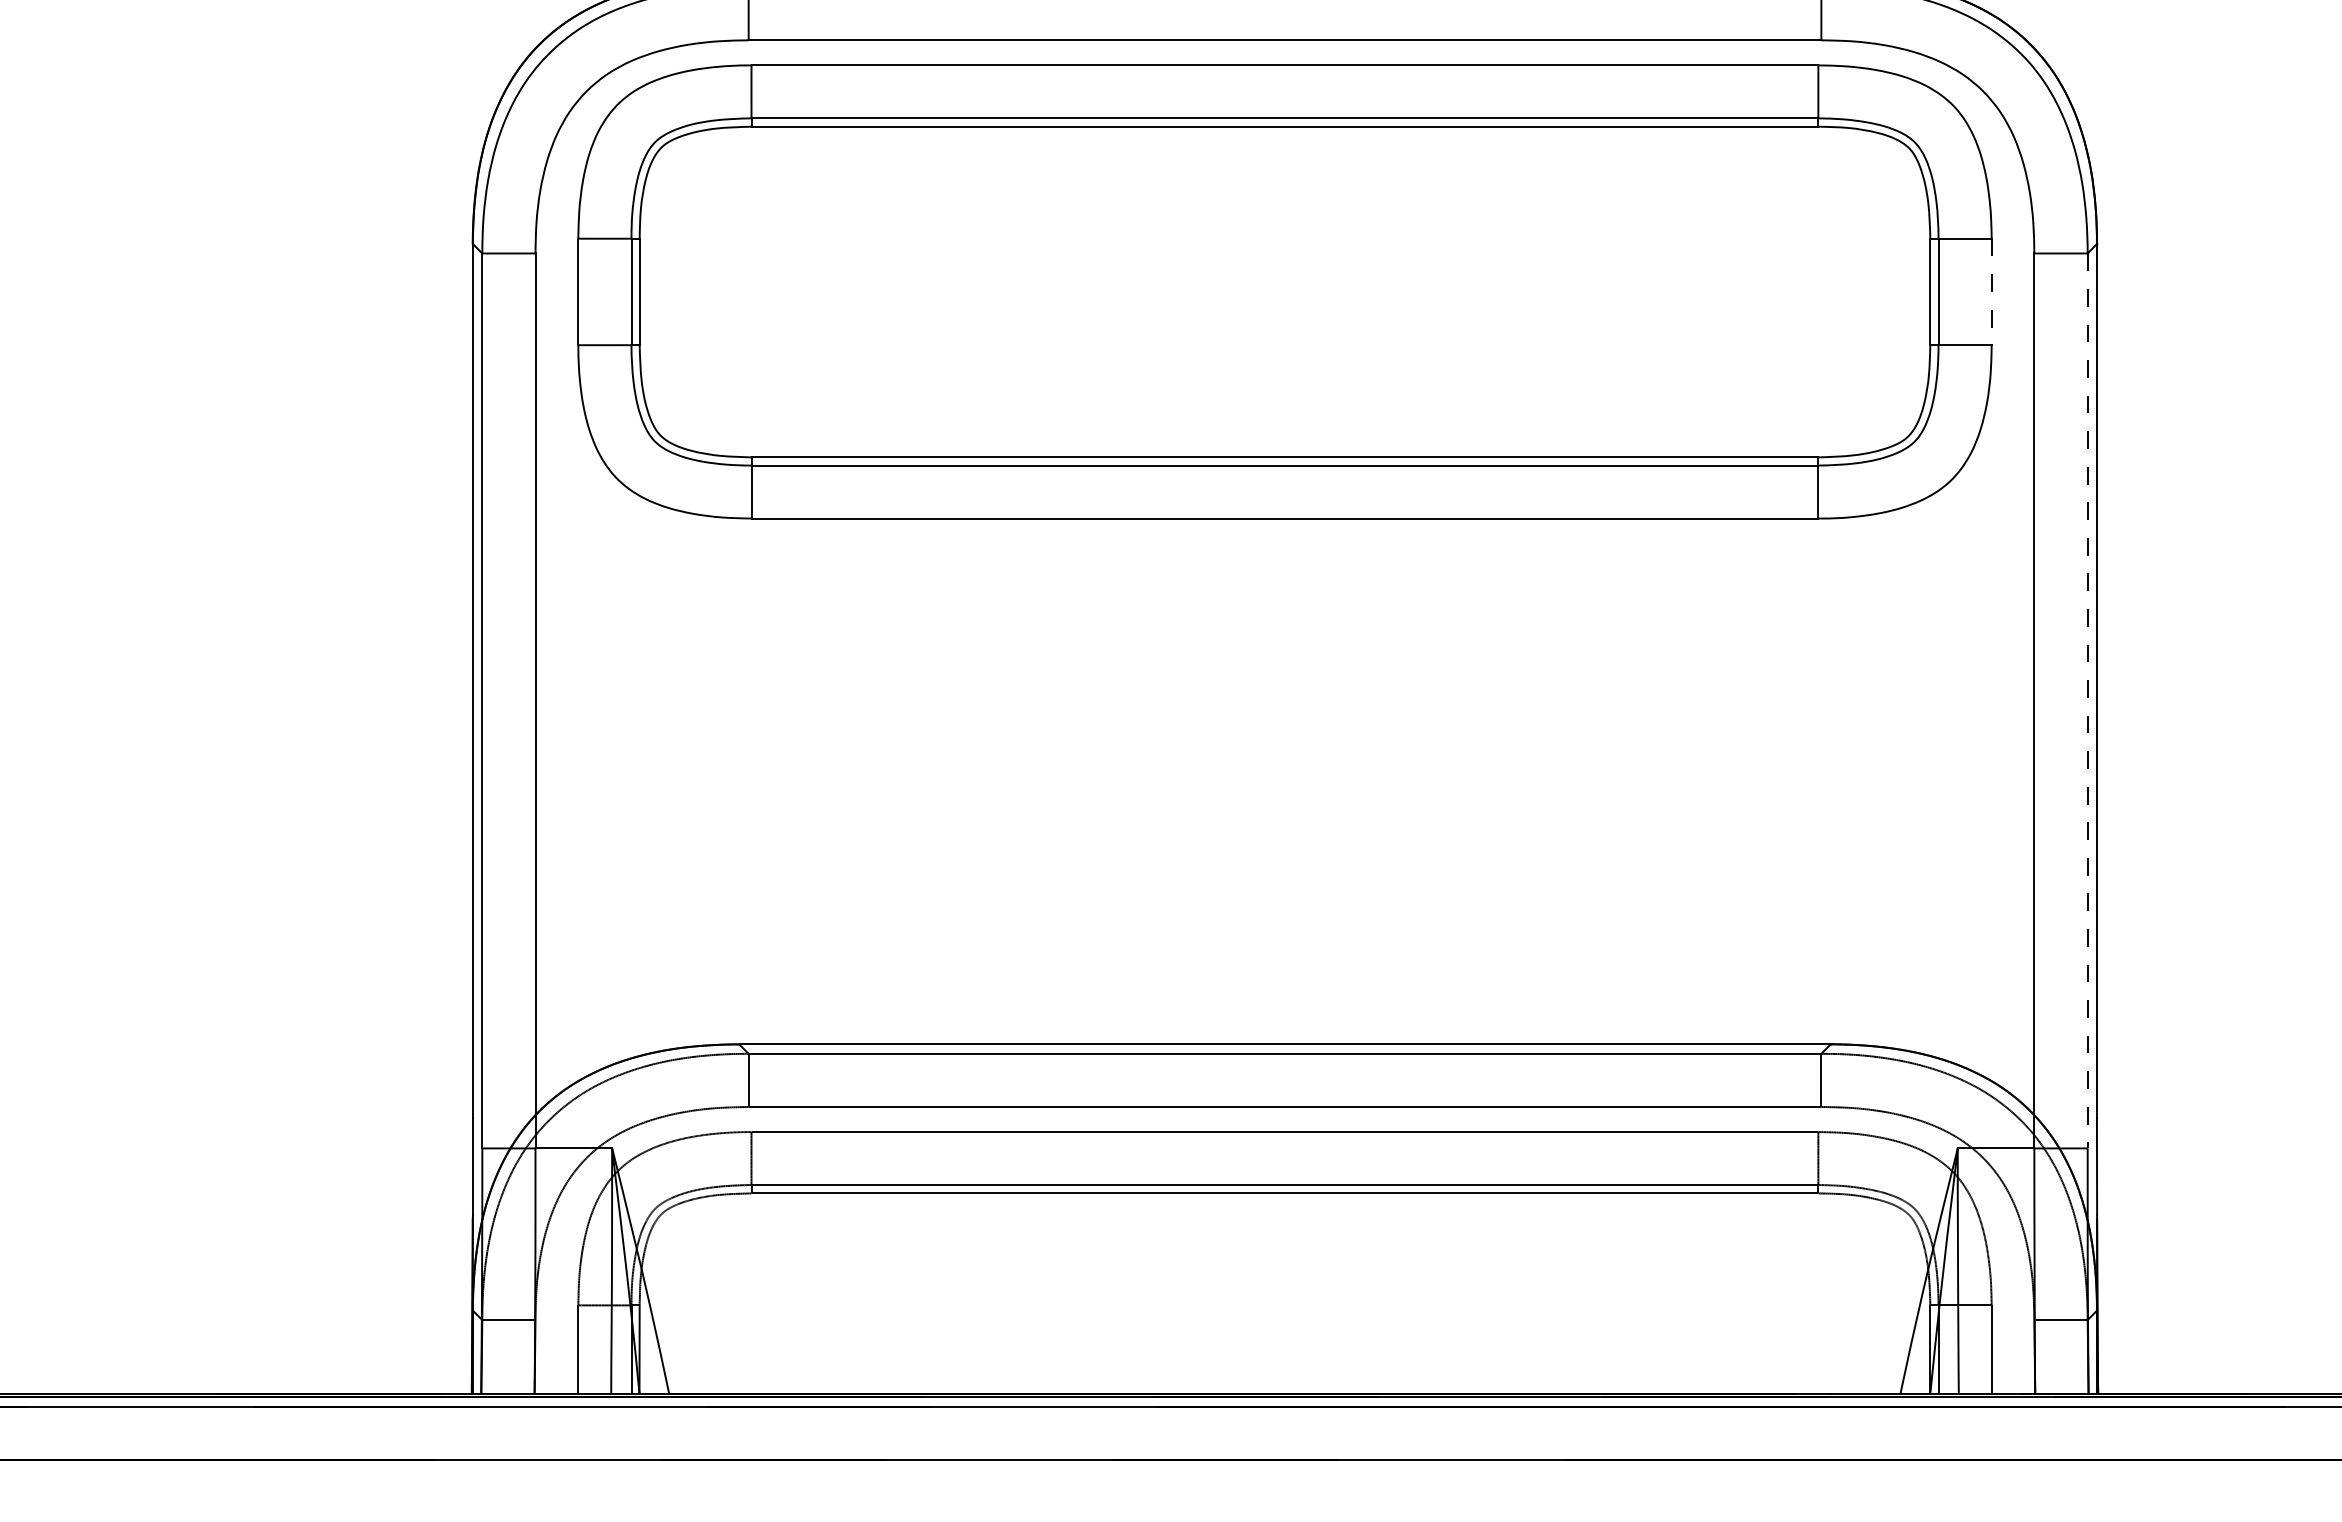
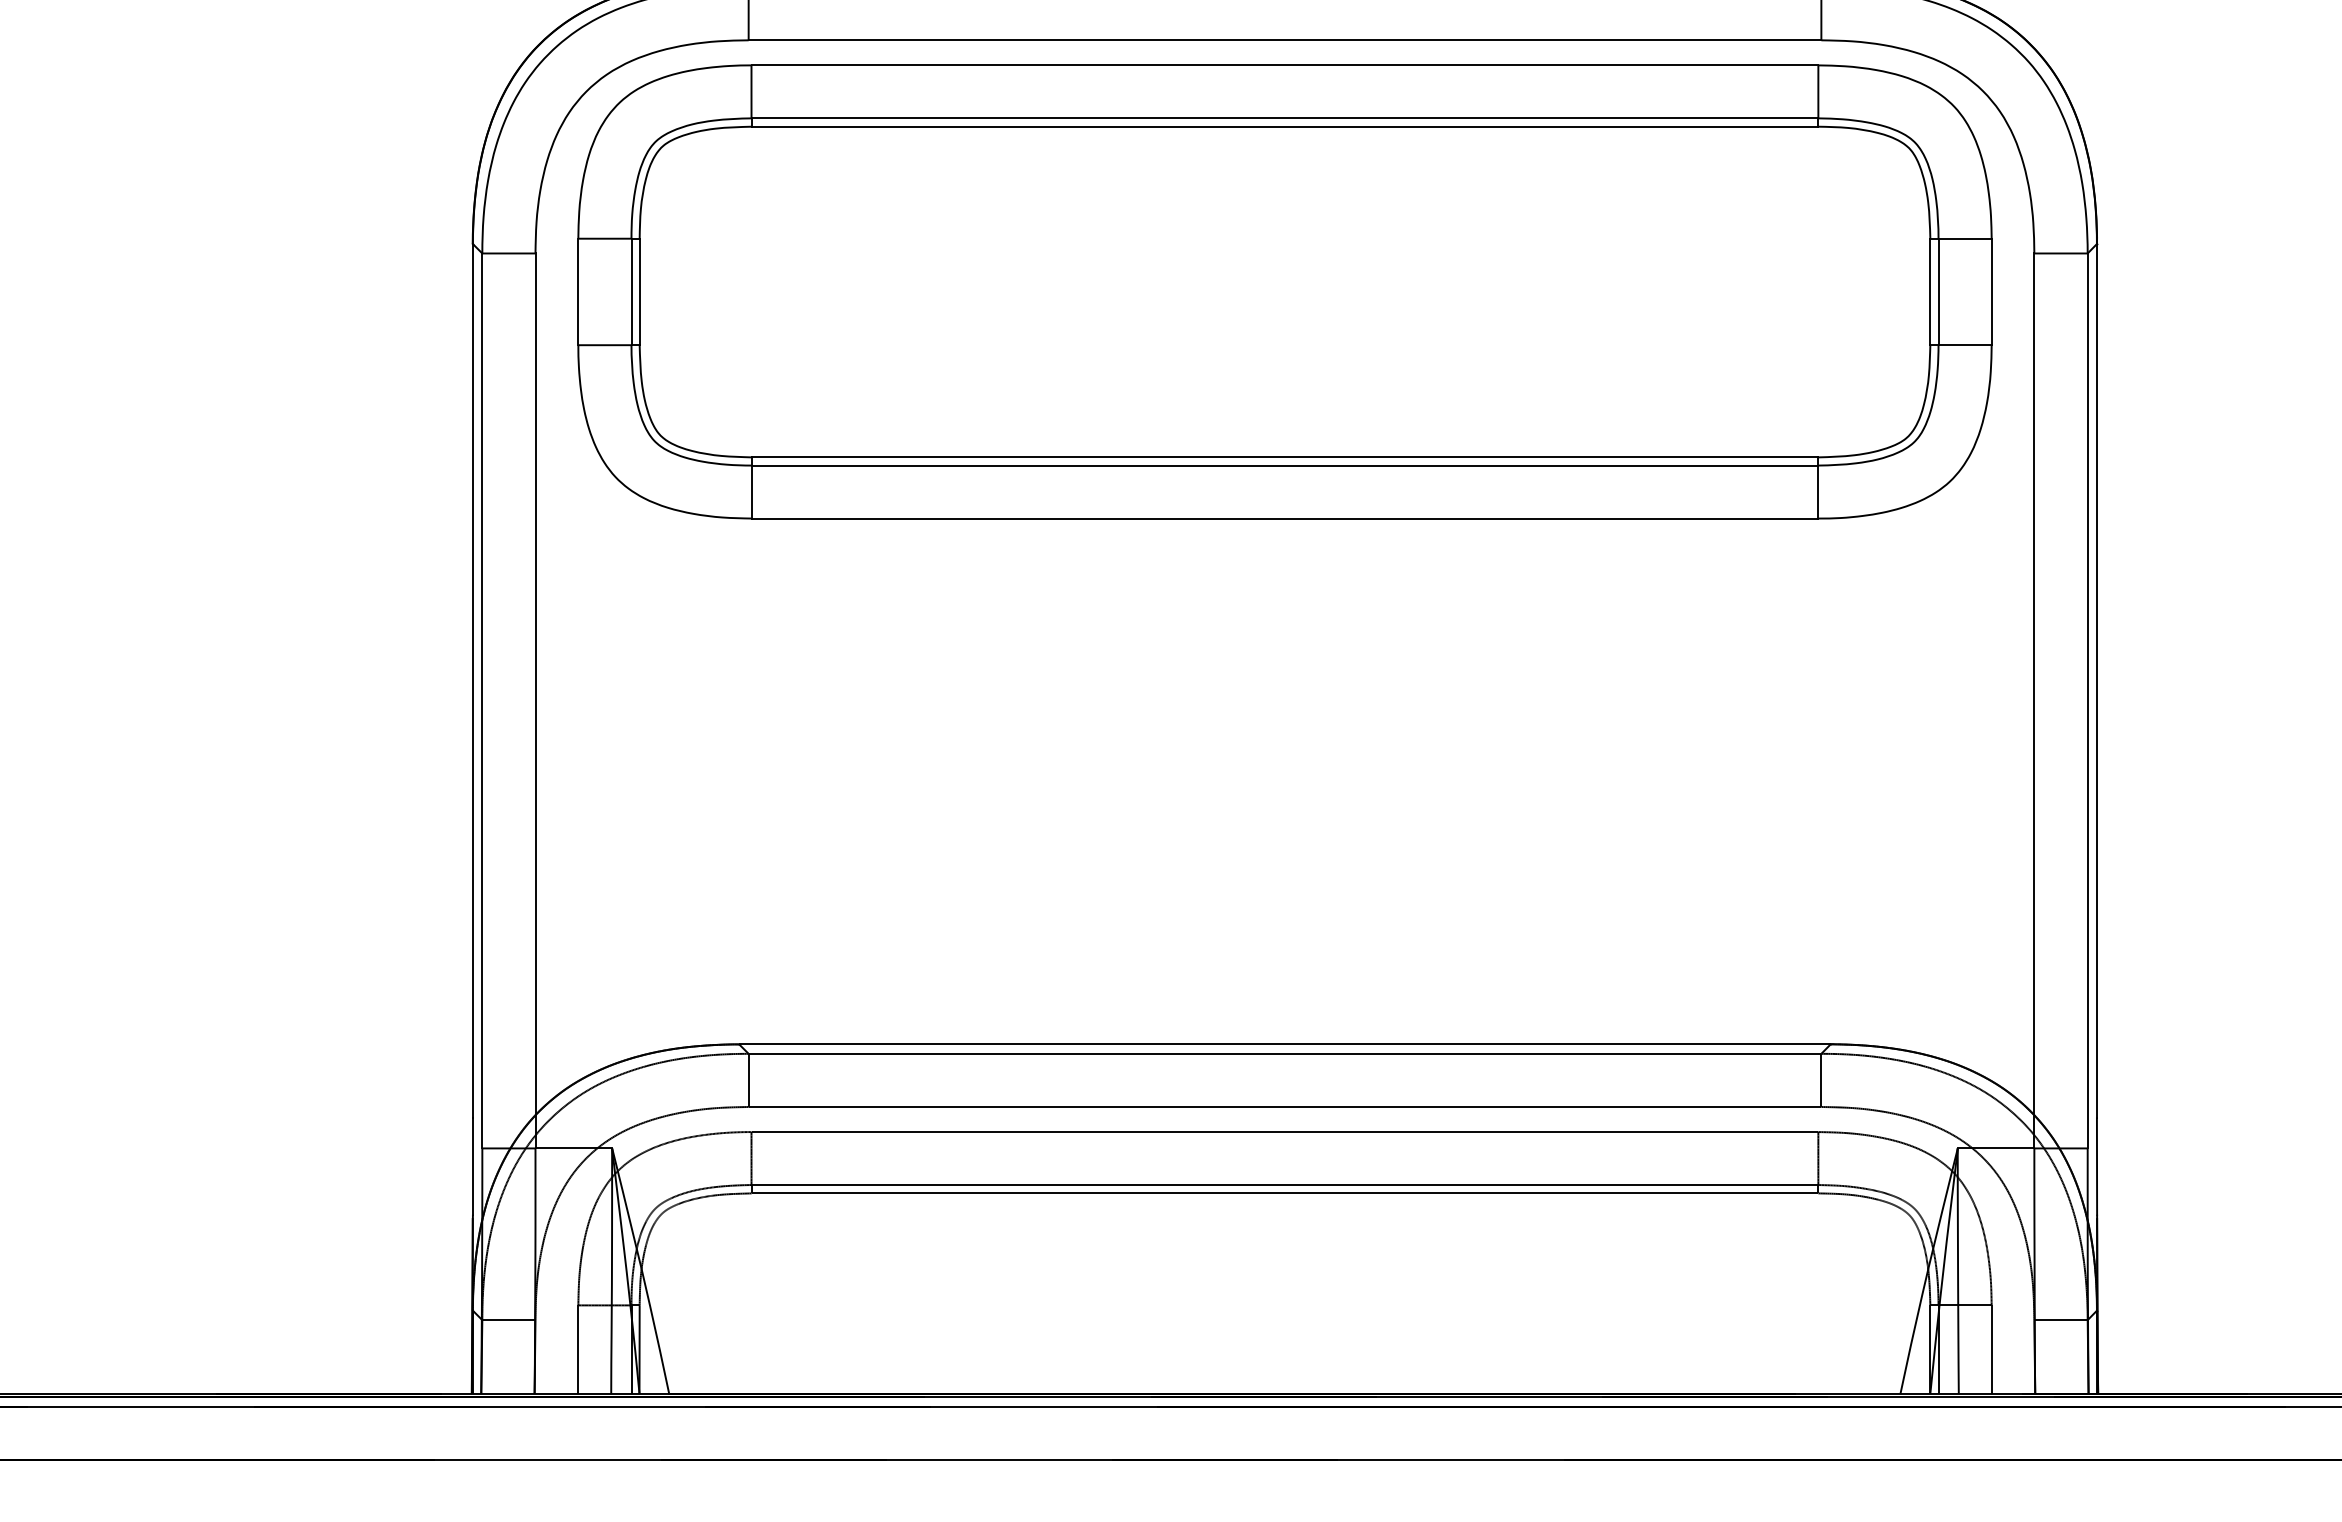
line at (1991, 292): dashed -> solid
line at (2087, 701): dashed -> solid
